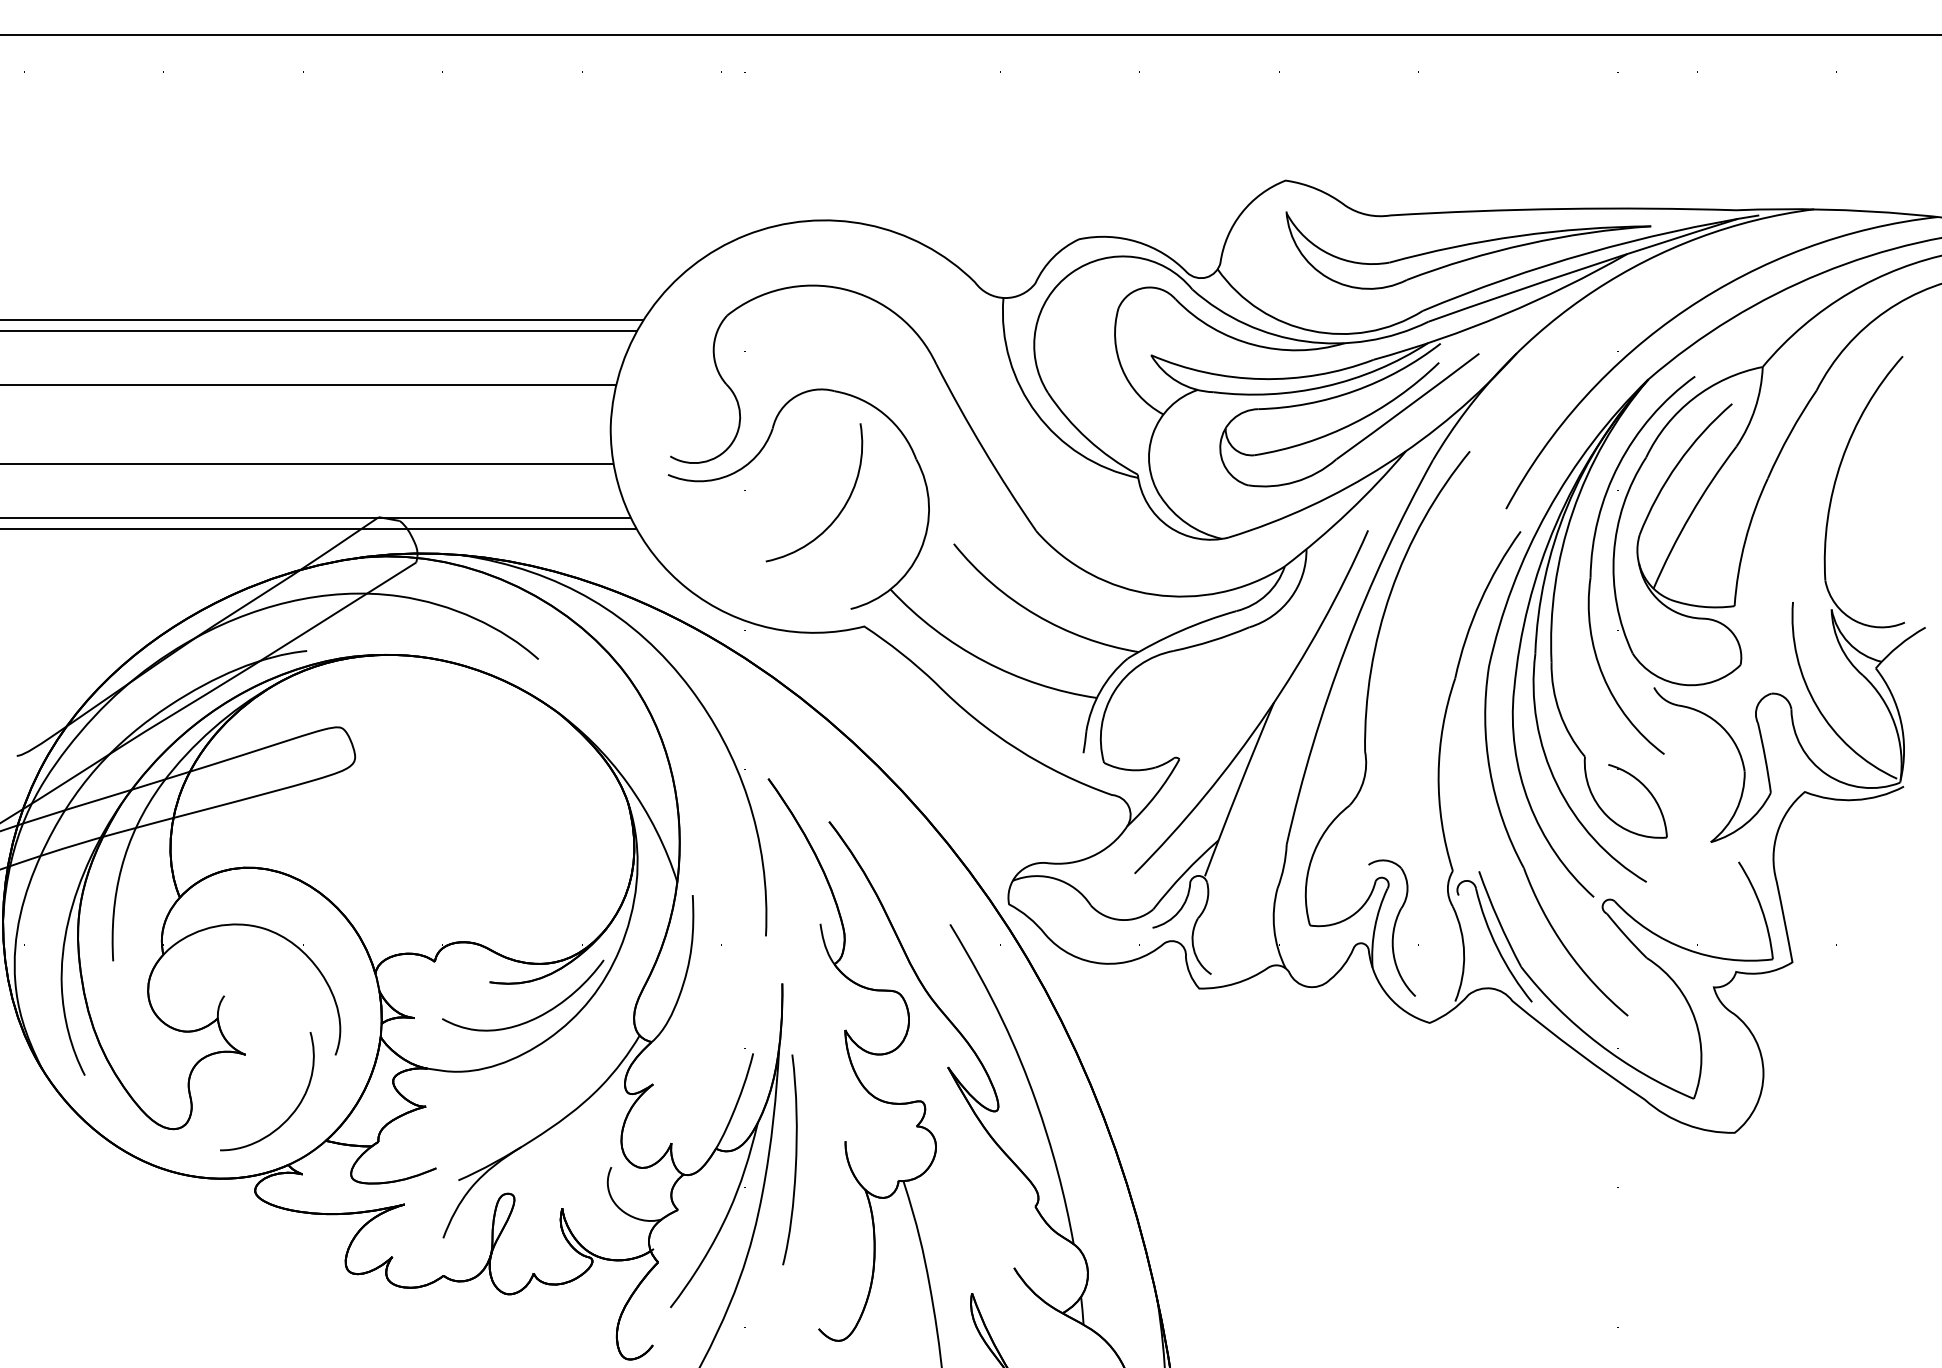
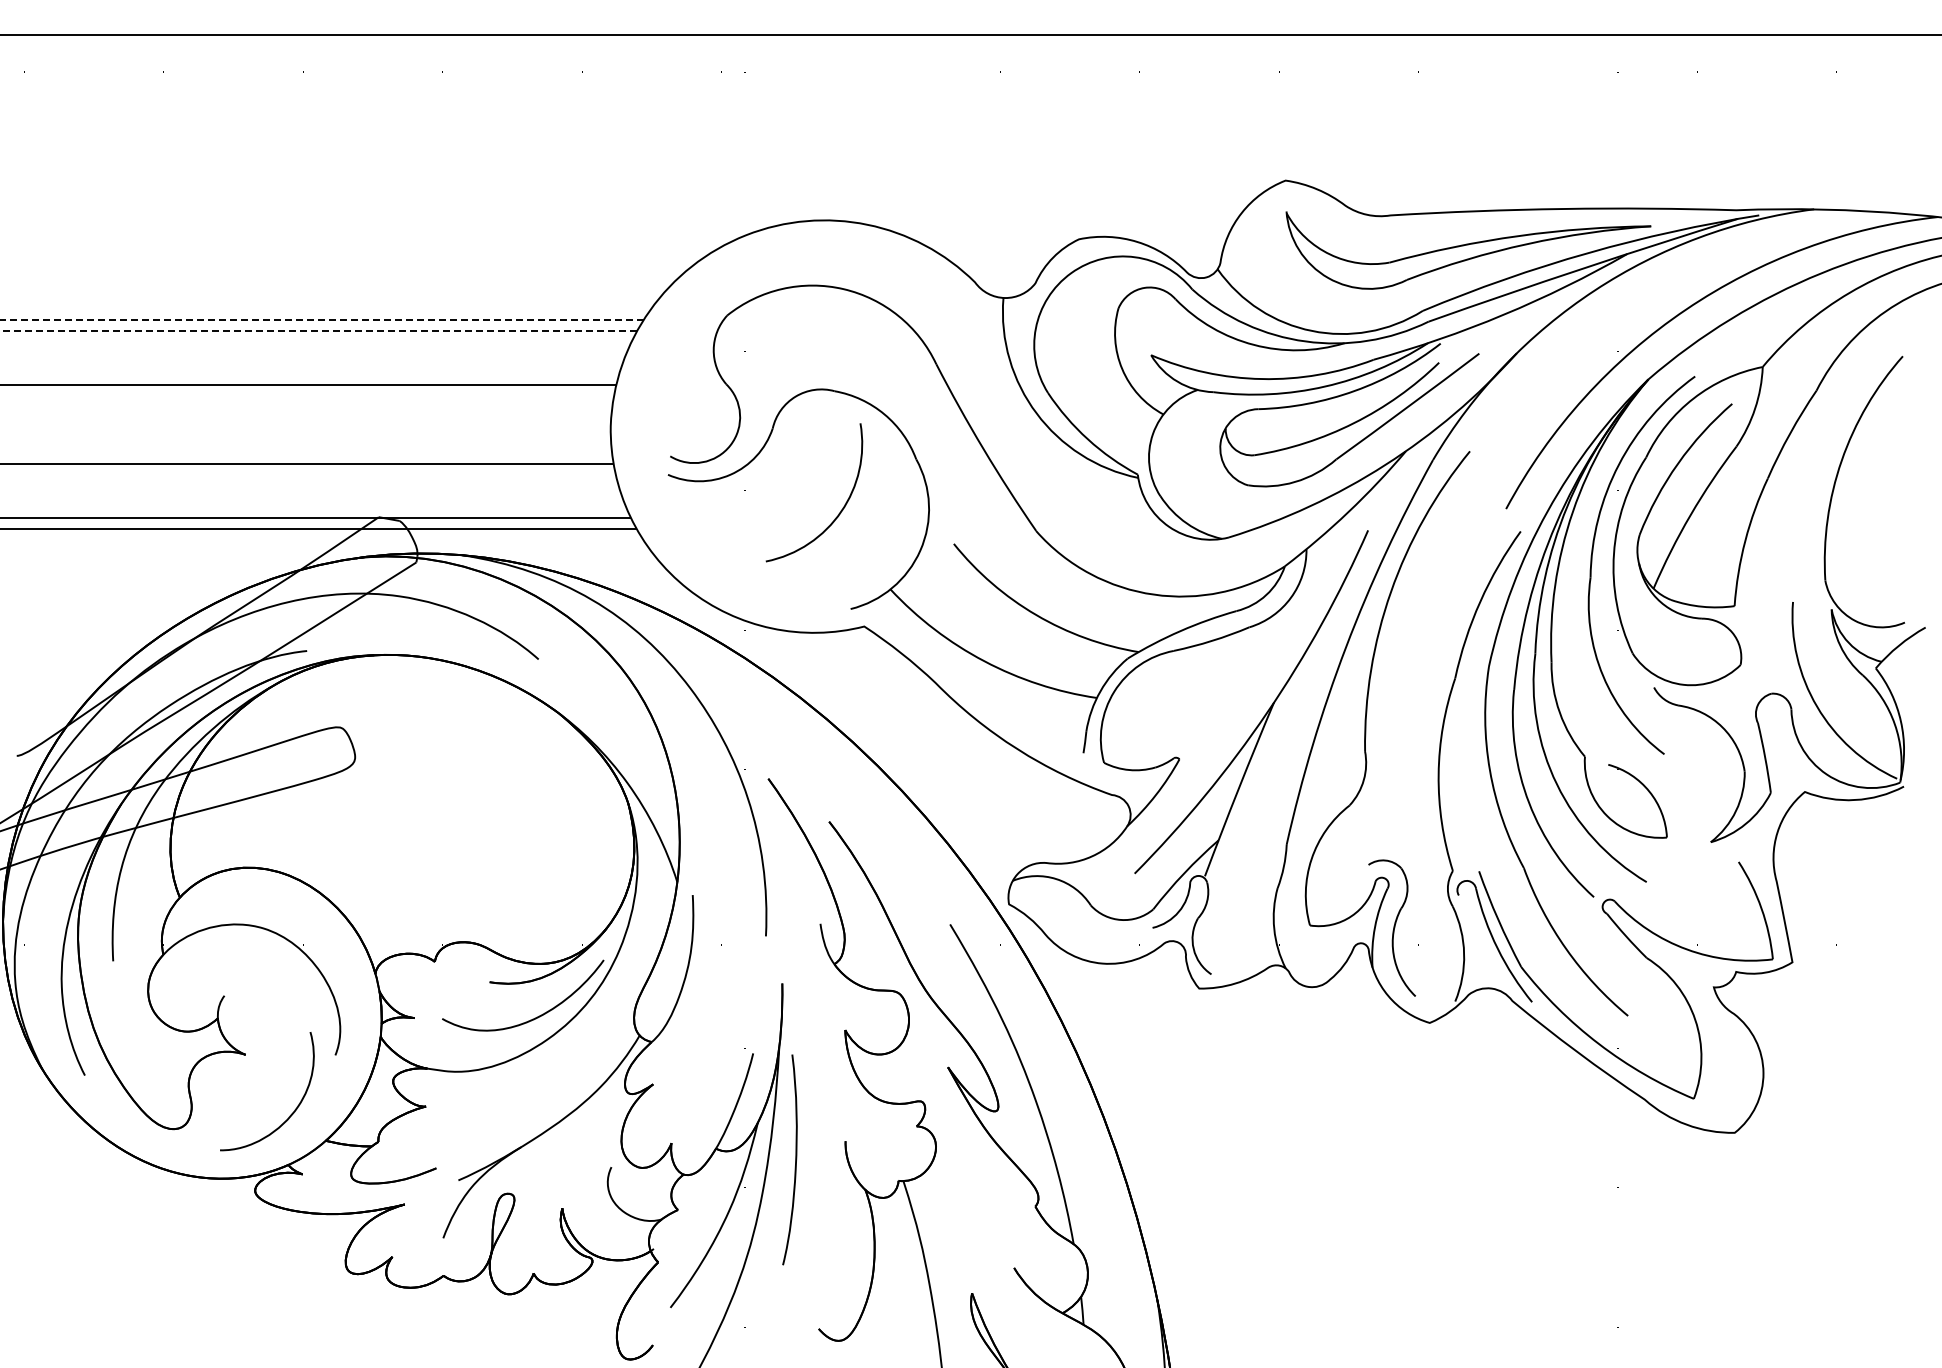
line at (322, 319): solid -> dashed
line at (319, 330): solid -> dashed
